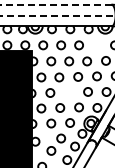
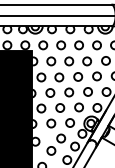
line at (55, 4): dashed -> solid
line at (57, 15): dashed -> solid
circle at (96, 45): none -> present
circle at (69, 92): none -> present
